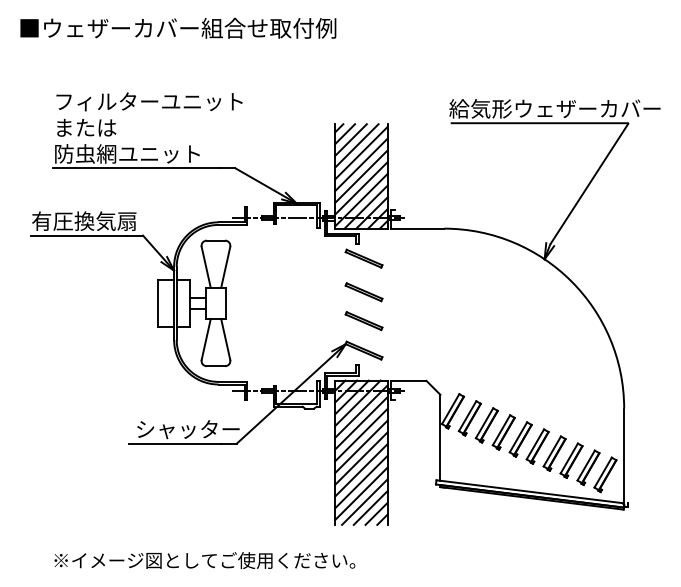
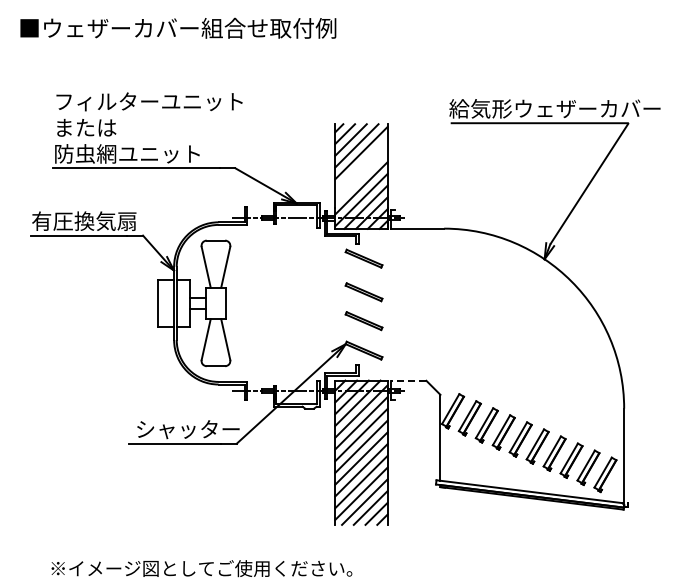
line at (361, 164): present -> none
line at (361, 176): present -> none
line at (408, 380): solid -> dashed
text at (204, 560) position: (204, 560) -> (201, 568)
